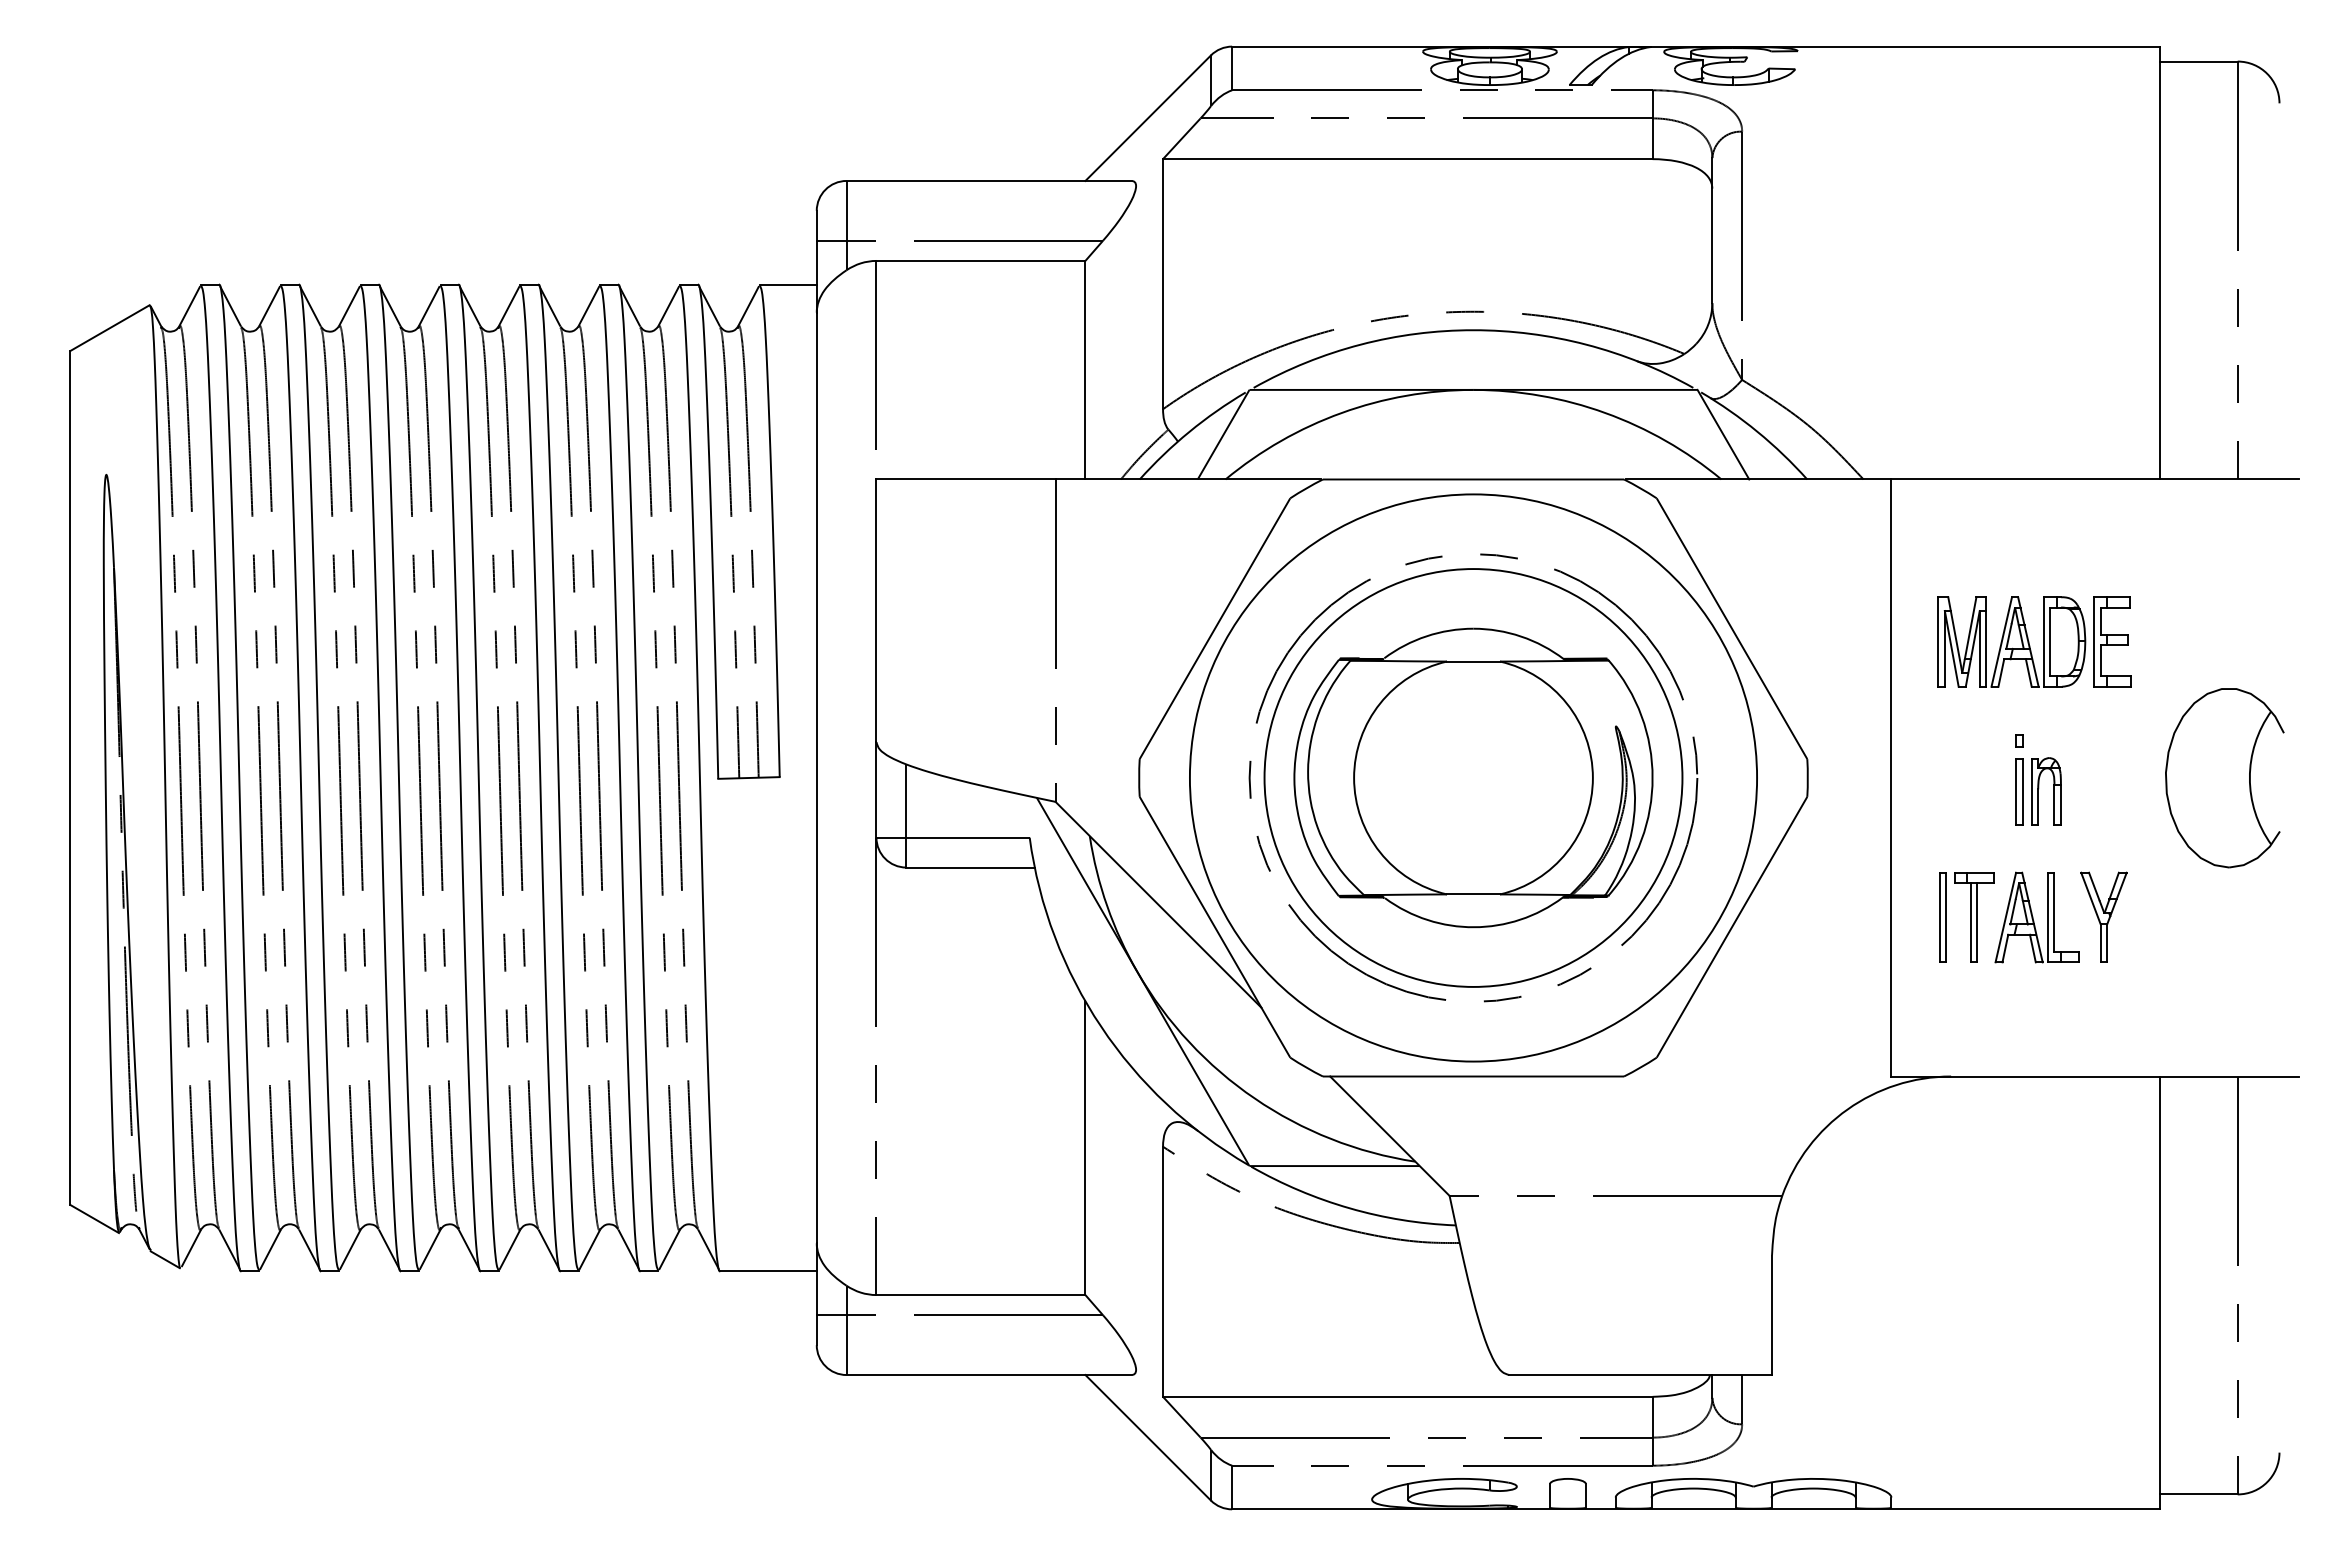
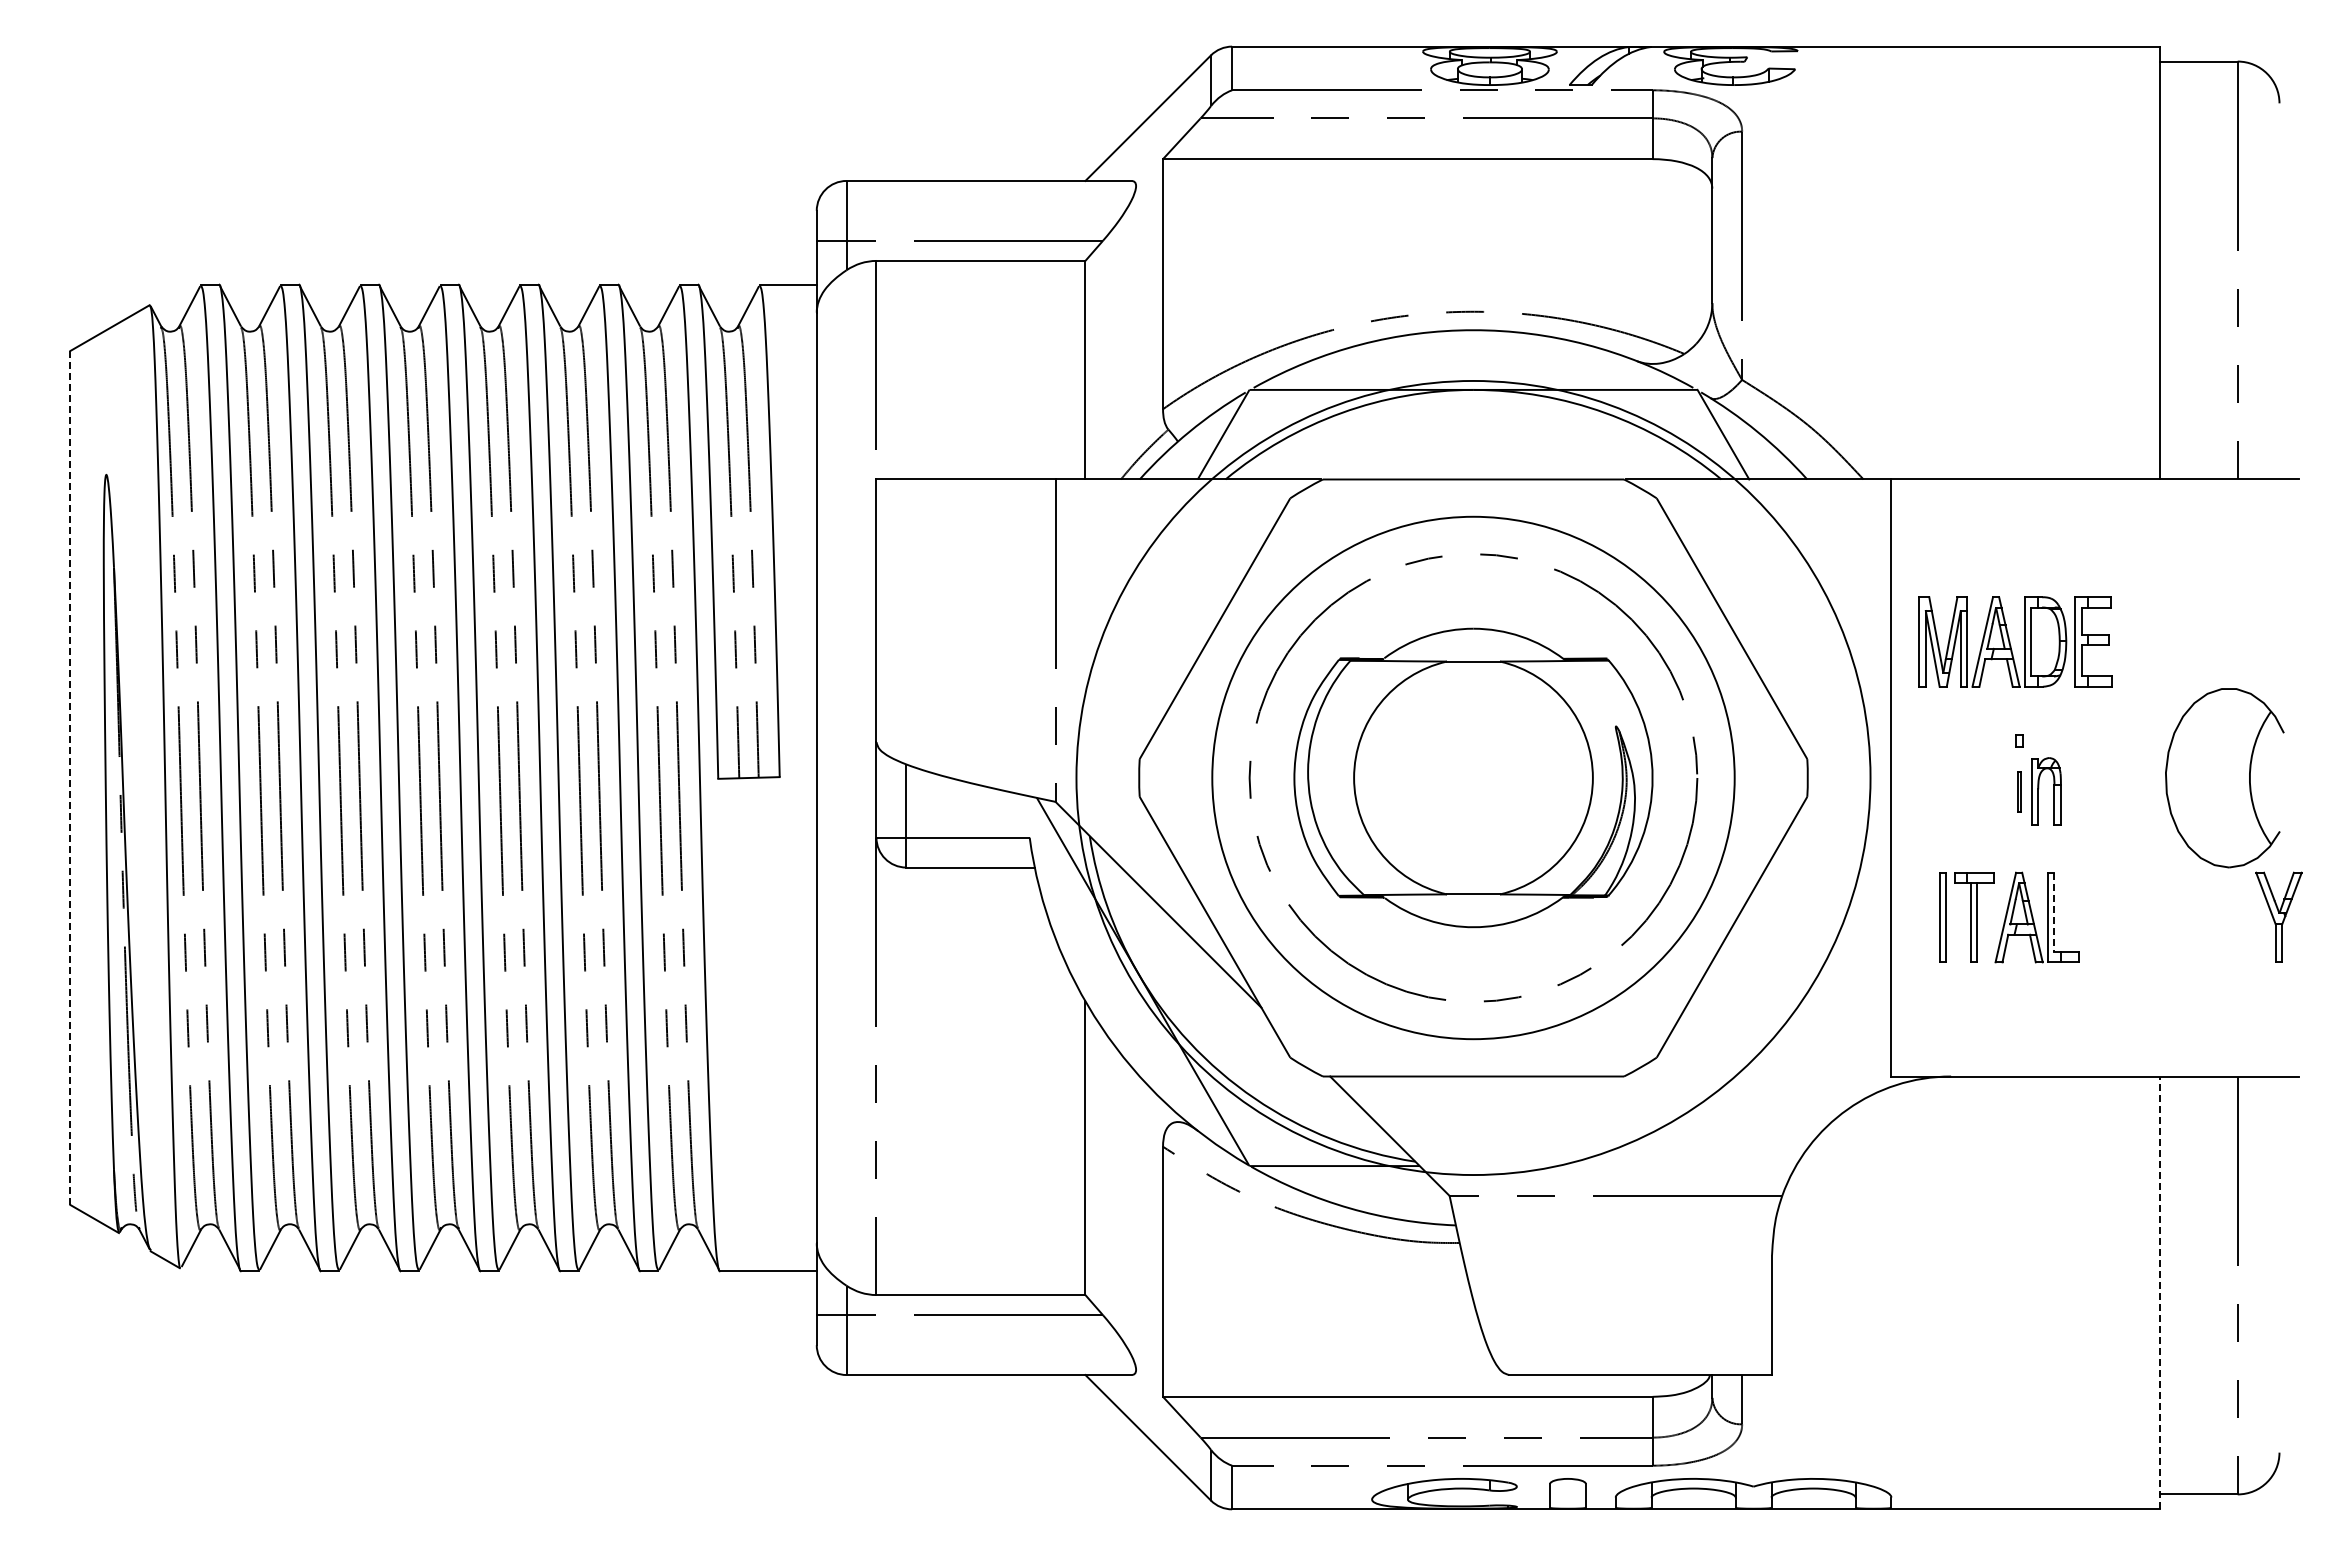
part at (2034, 641) position: (2034, 641) -> (2015, 641)
circle at (1473, 777) diameter: 418 px -> 522 px
circle at (1473, 777) diameter: 567 px -> 794 px
line at (70, 778): solid -> dashed
part at (2019, 791) size: 9x68 px -> 5x42 px
line at (2054, 912): solid -> dashed
part at (2103, 916) position: (2103, 916) -> (2278, 916)
line at (2160, 1292): solid -> dashed
